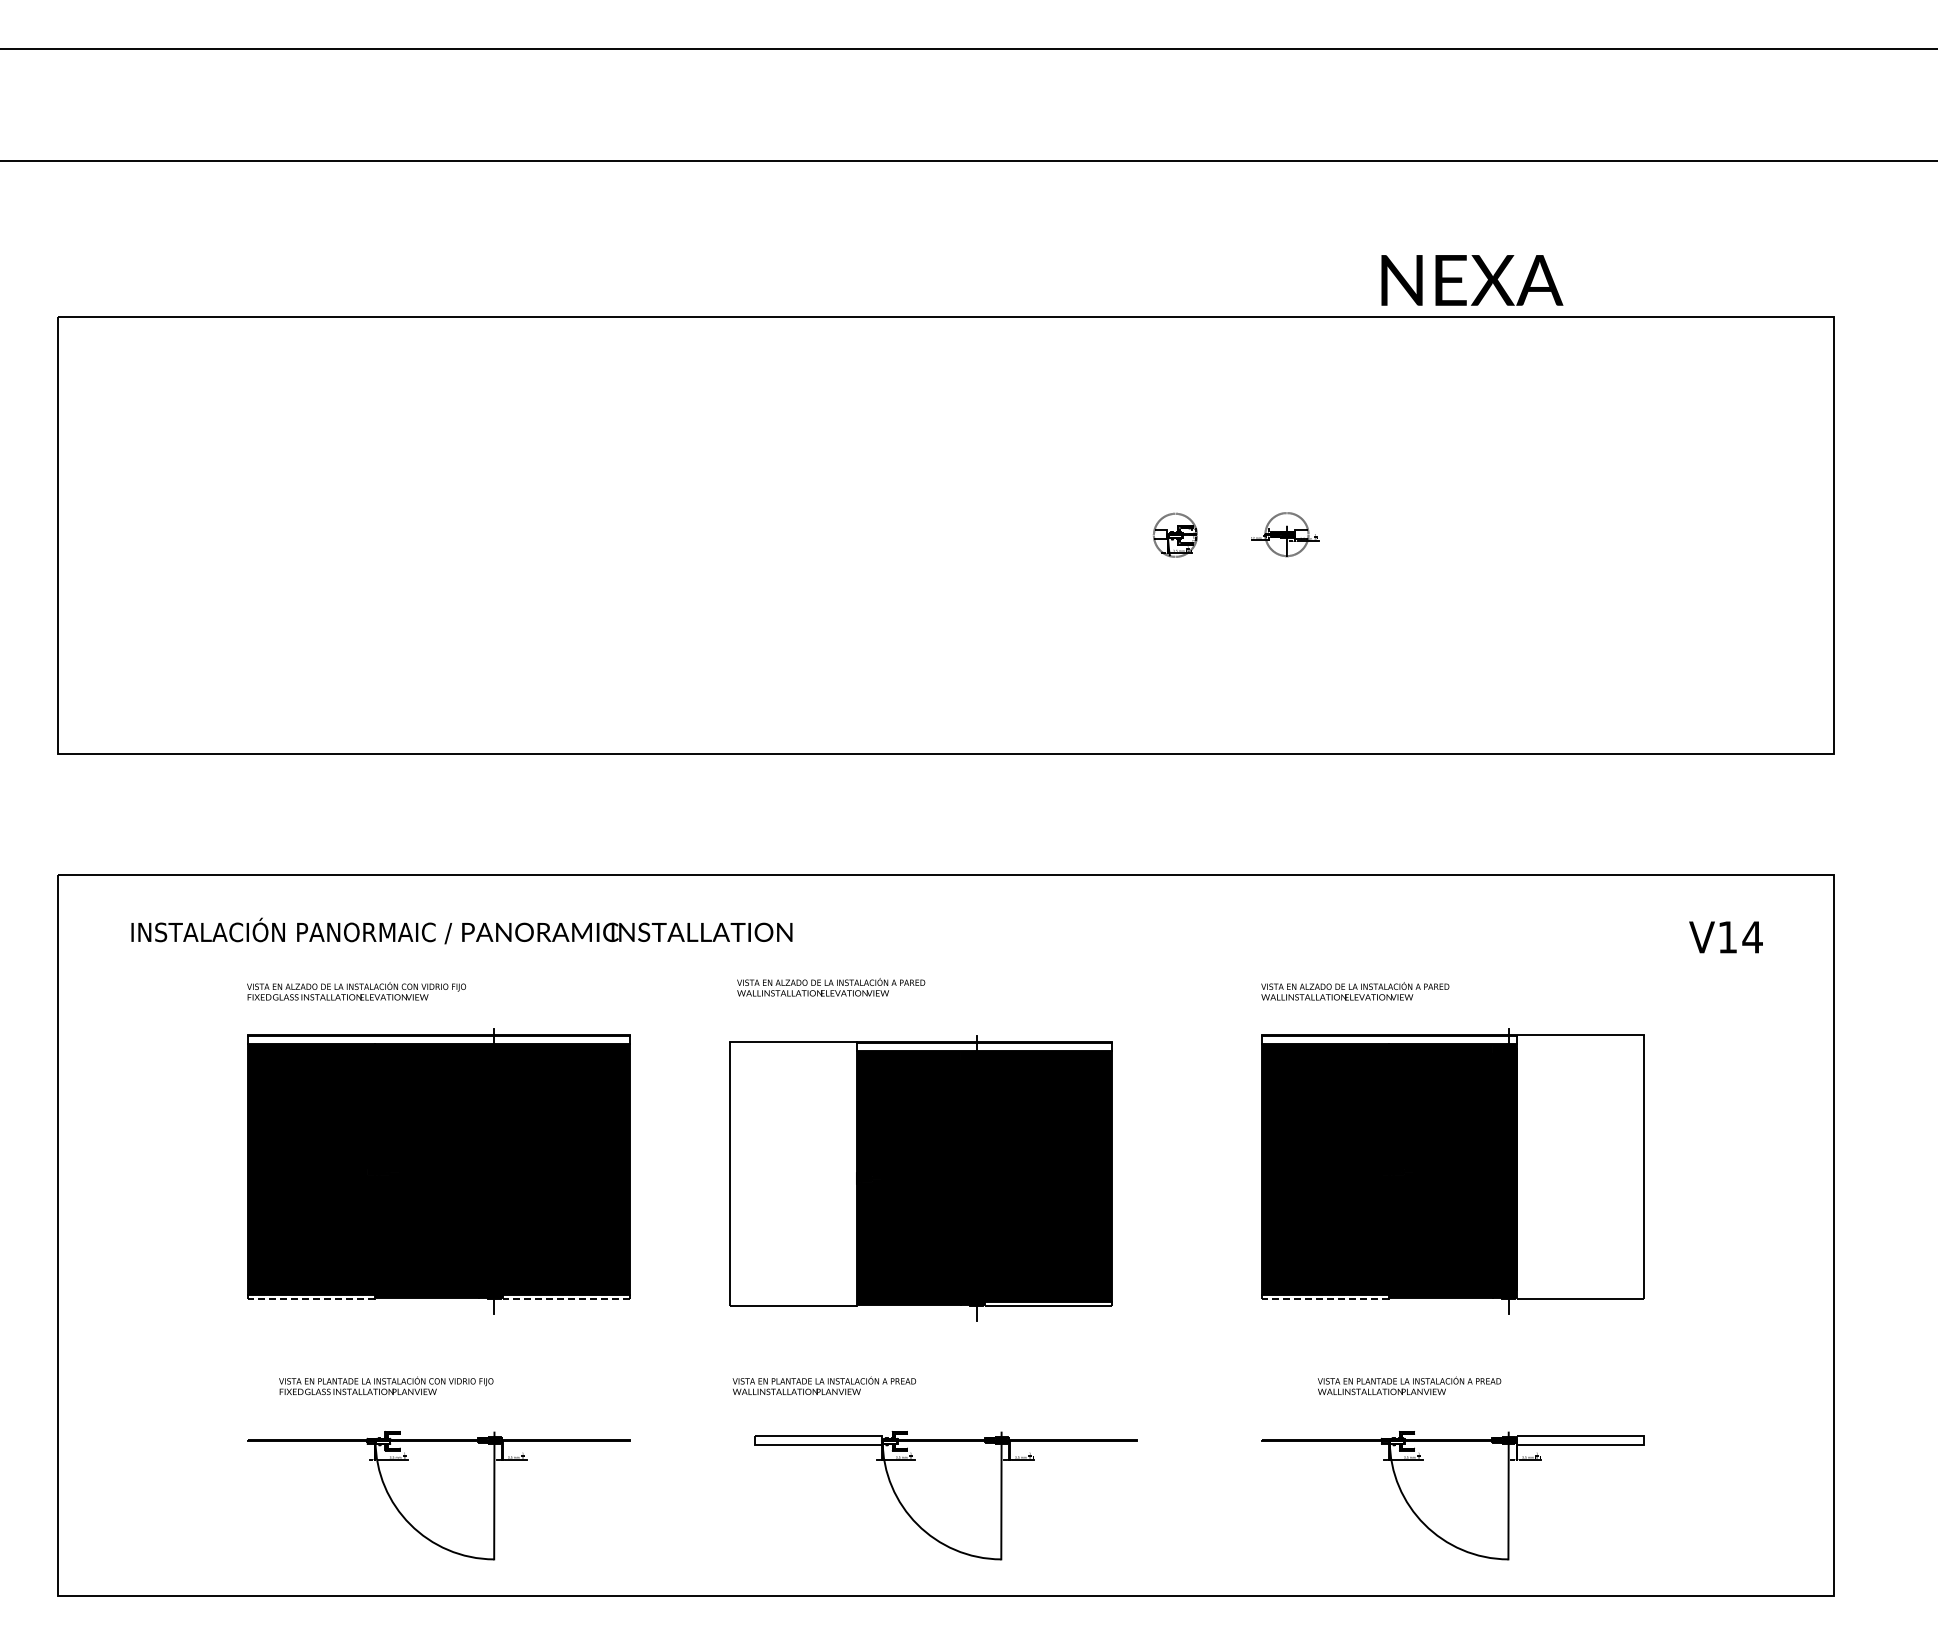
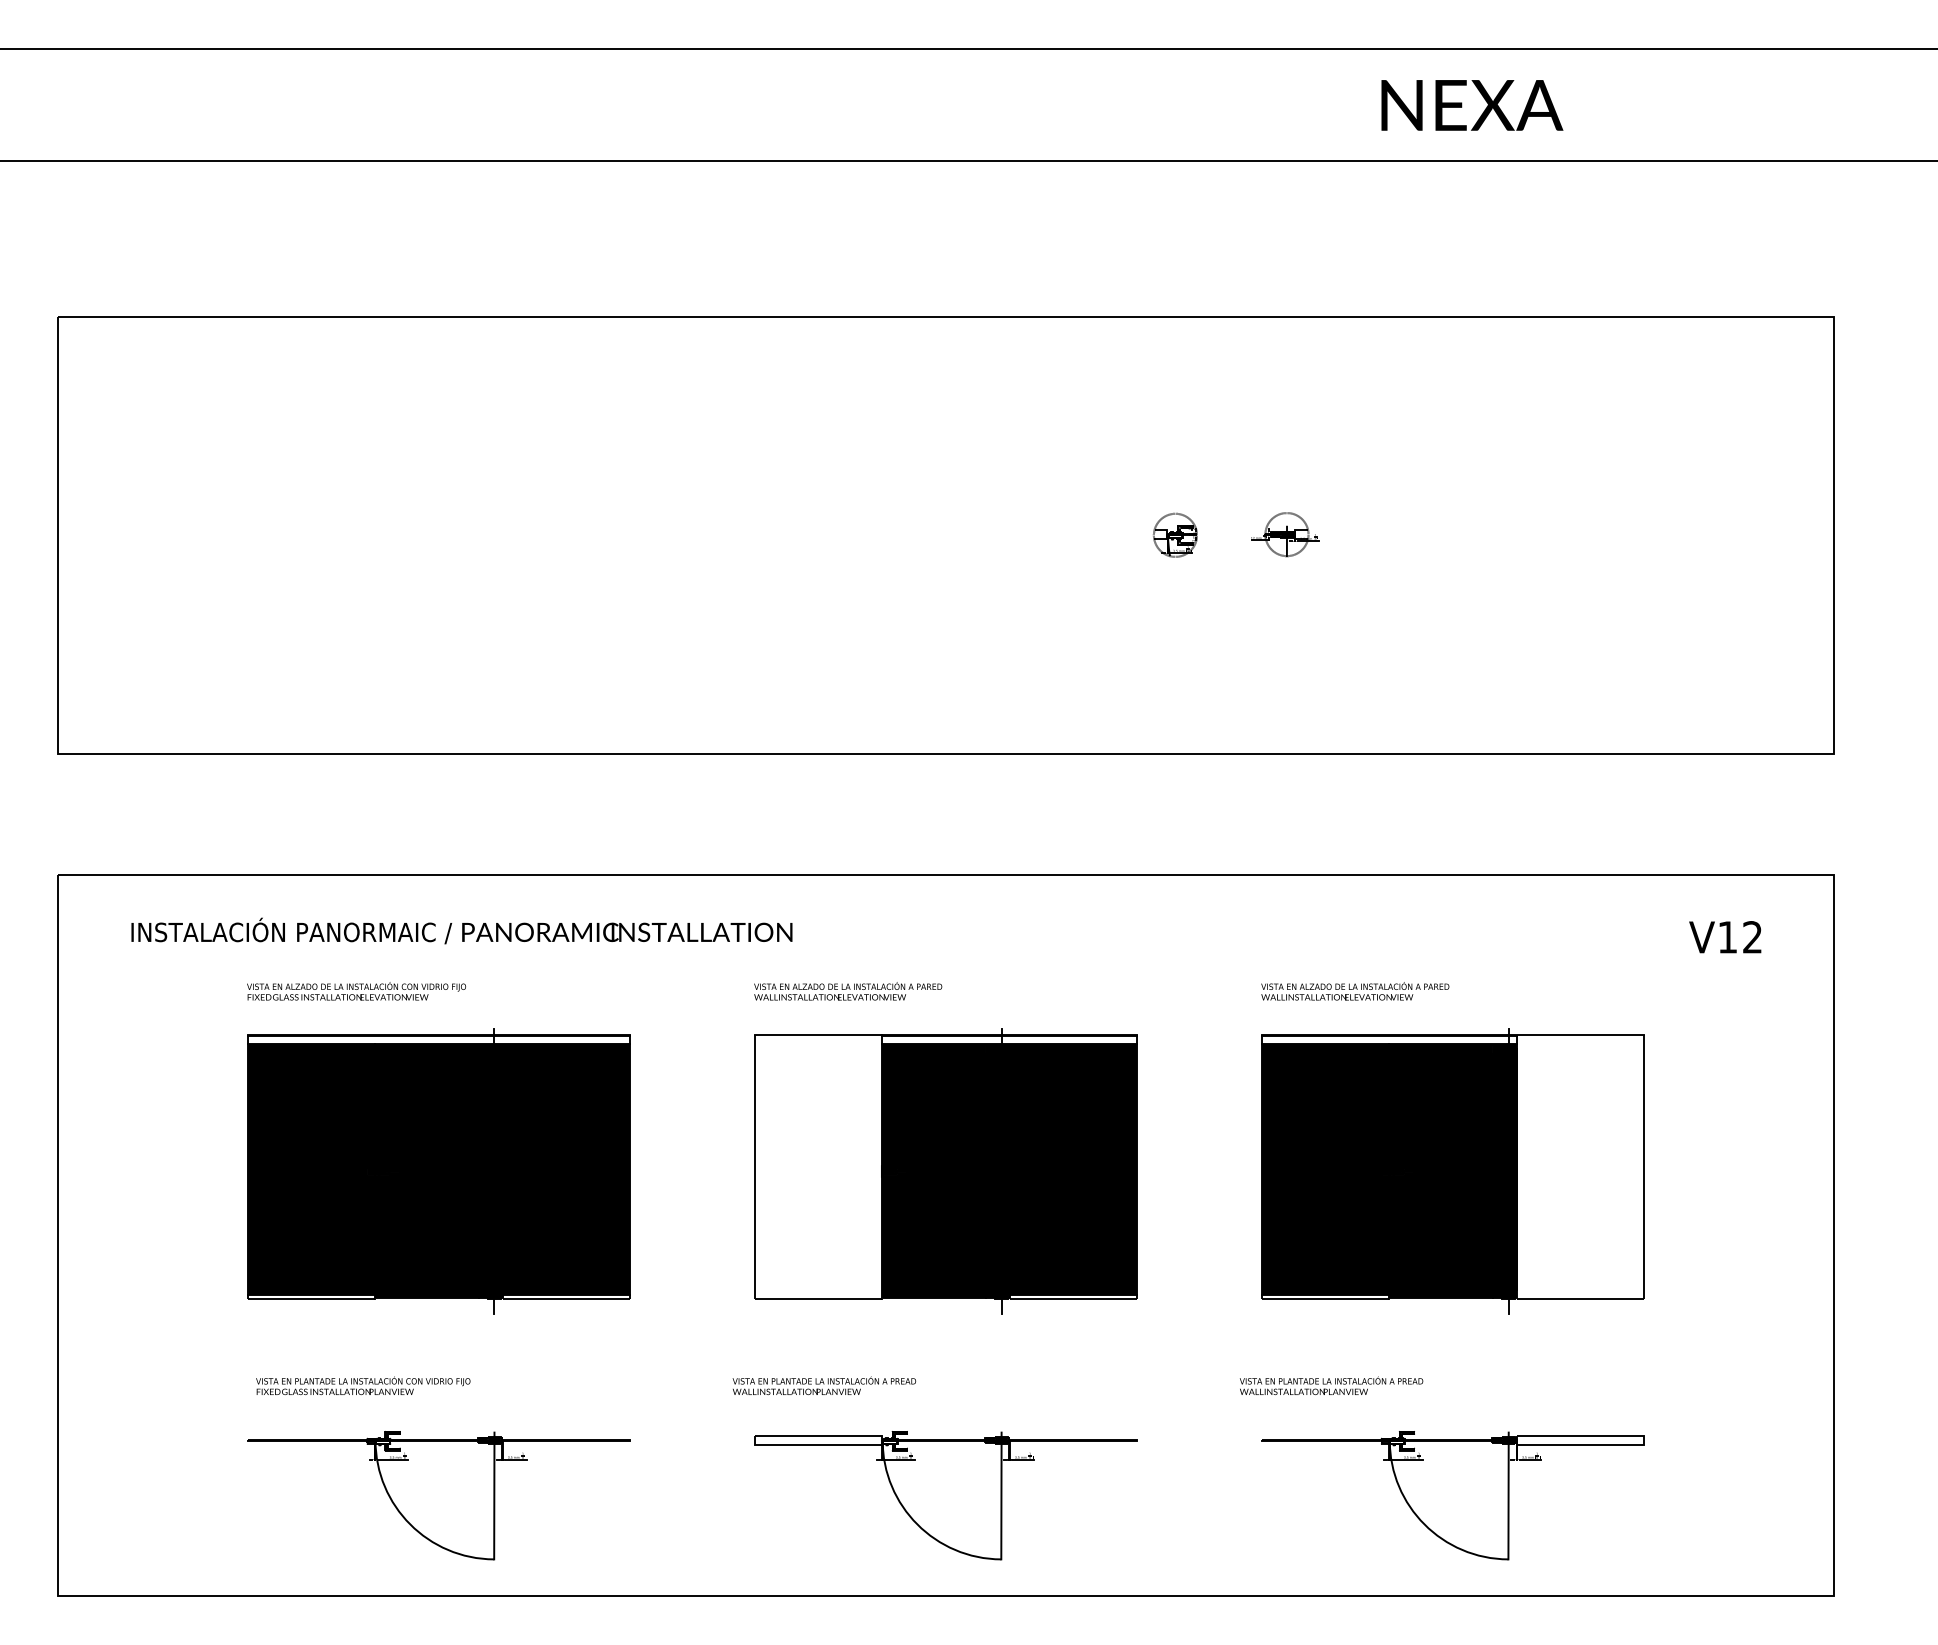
text at (1472, 280) position: (1472, 280) -> (1472, 105)
text at (1752, 937): V14 -> V12
text at (831, 987) position: (831, 987) -> (848, 991)
part at (920, 1178) position: (920, 1178) -> (945, 1171)
line at (311, 1299): dashed -> solid
line at (565, 1299): dashed -> solid
line at (1325, 1299): dashed -> solid
text at (386, 1385) position: (386, 1385) -> (363, 1385)
text at (1409, 1385) position: (1409, 1385) -> (1331, 1385)
